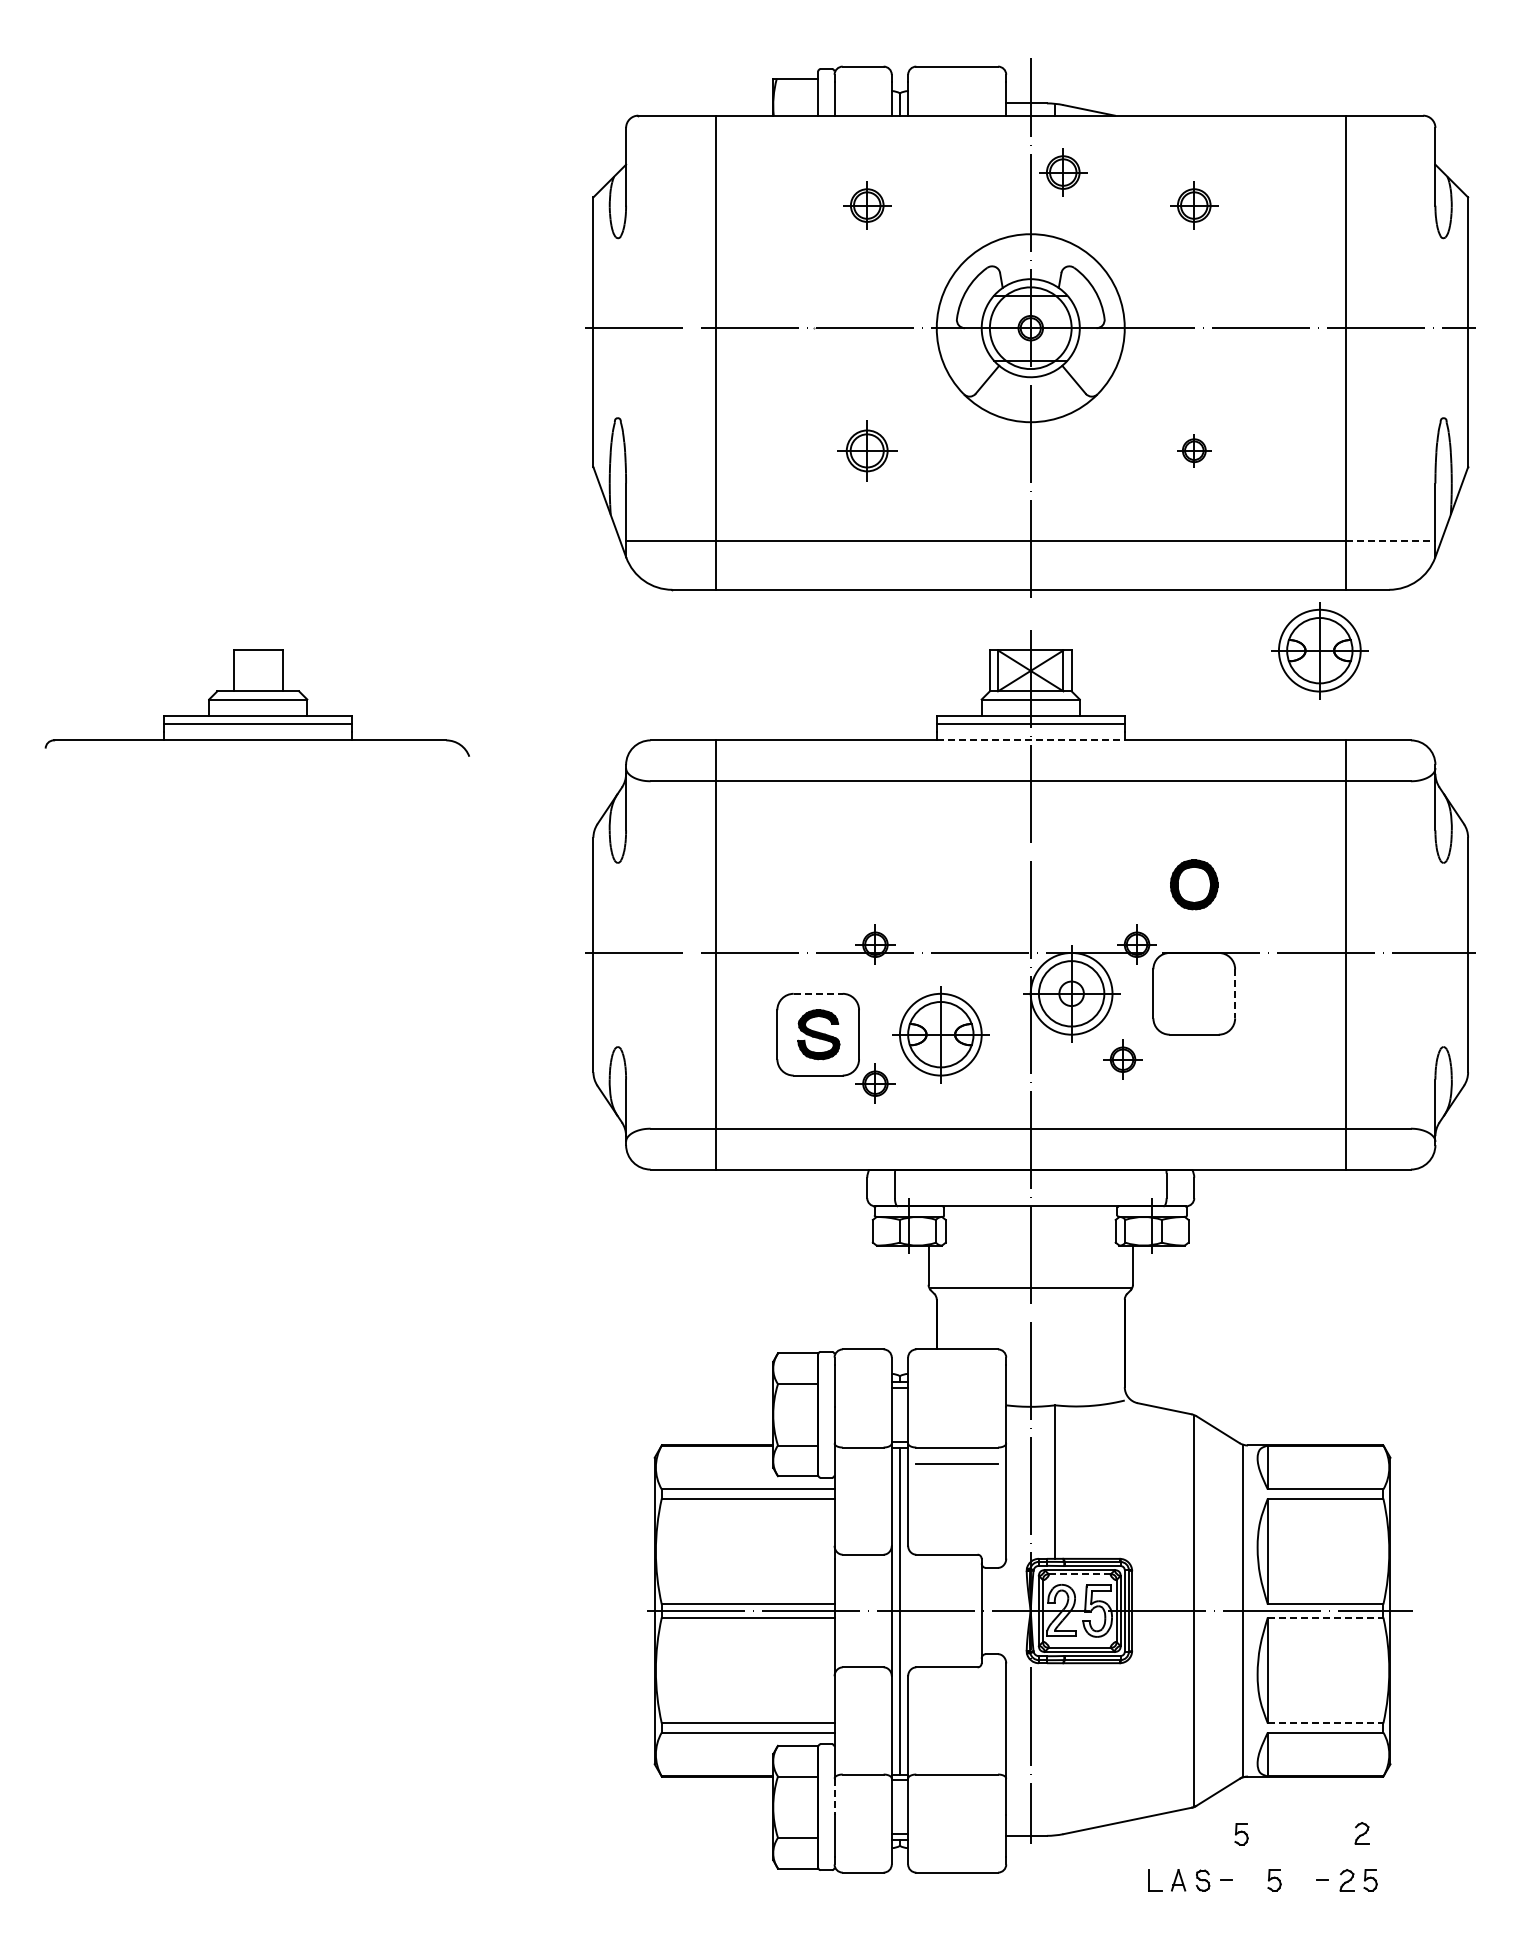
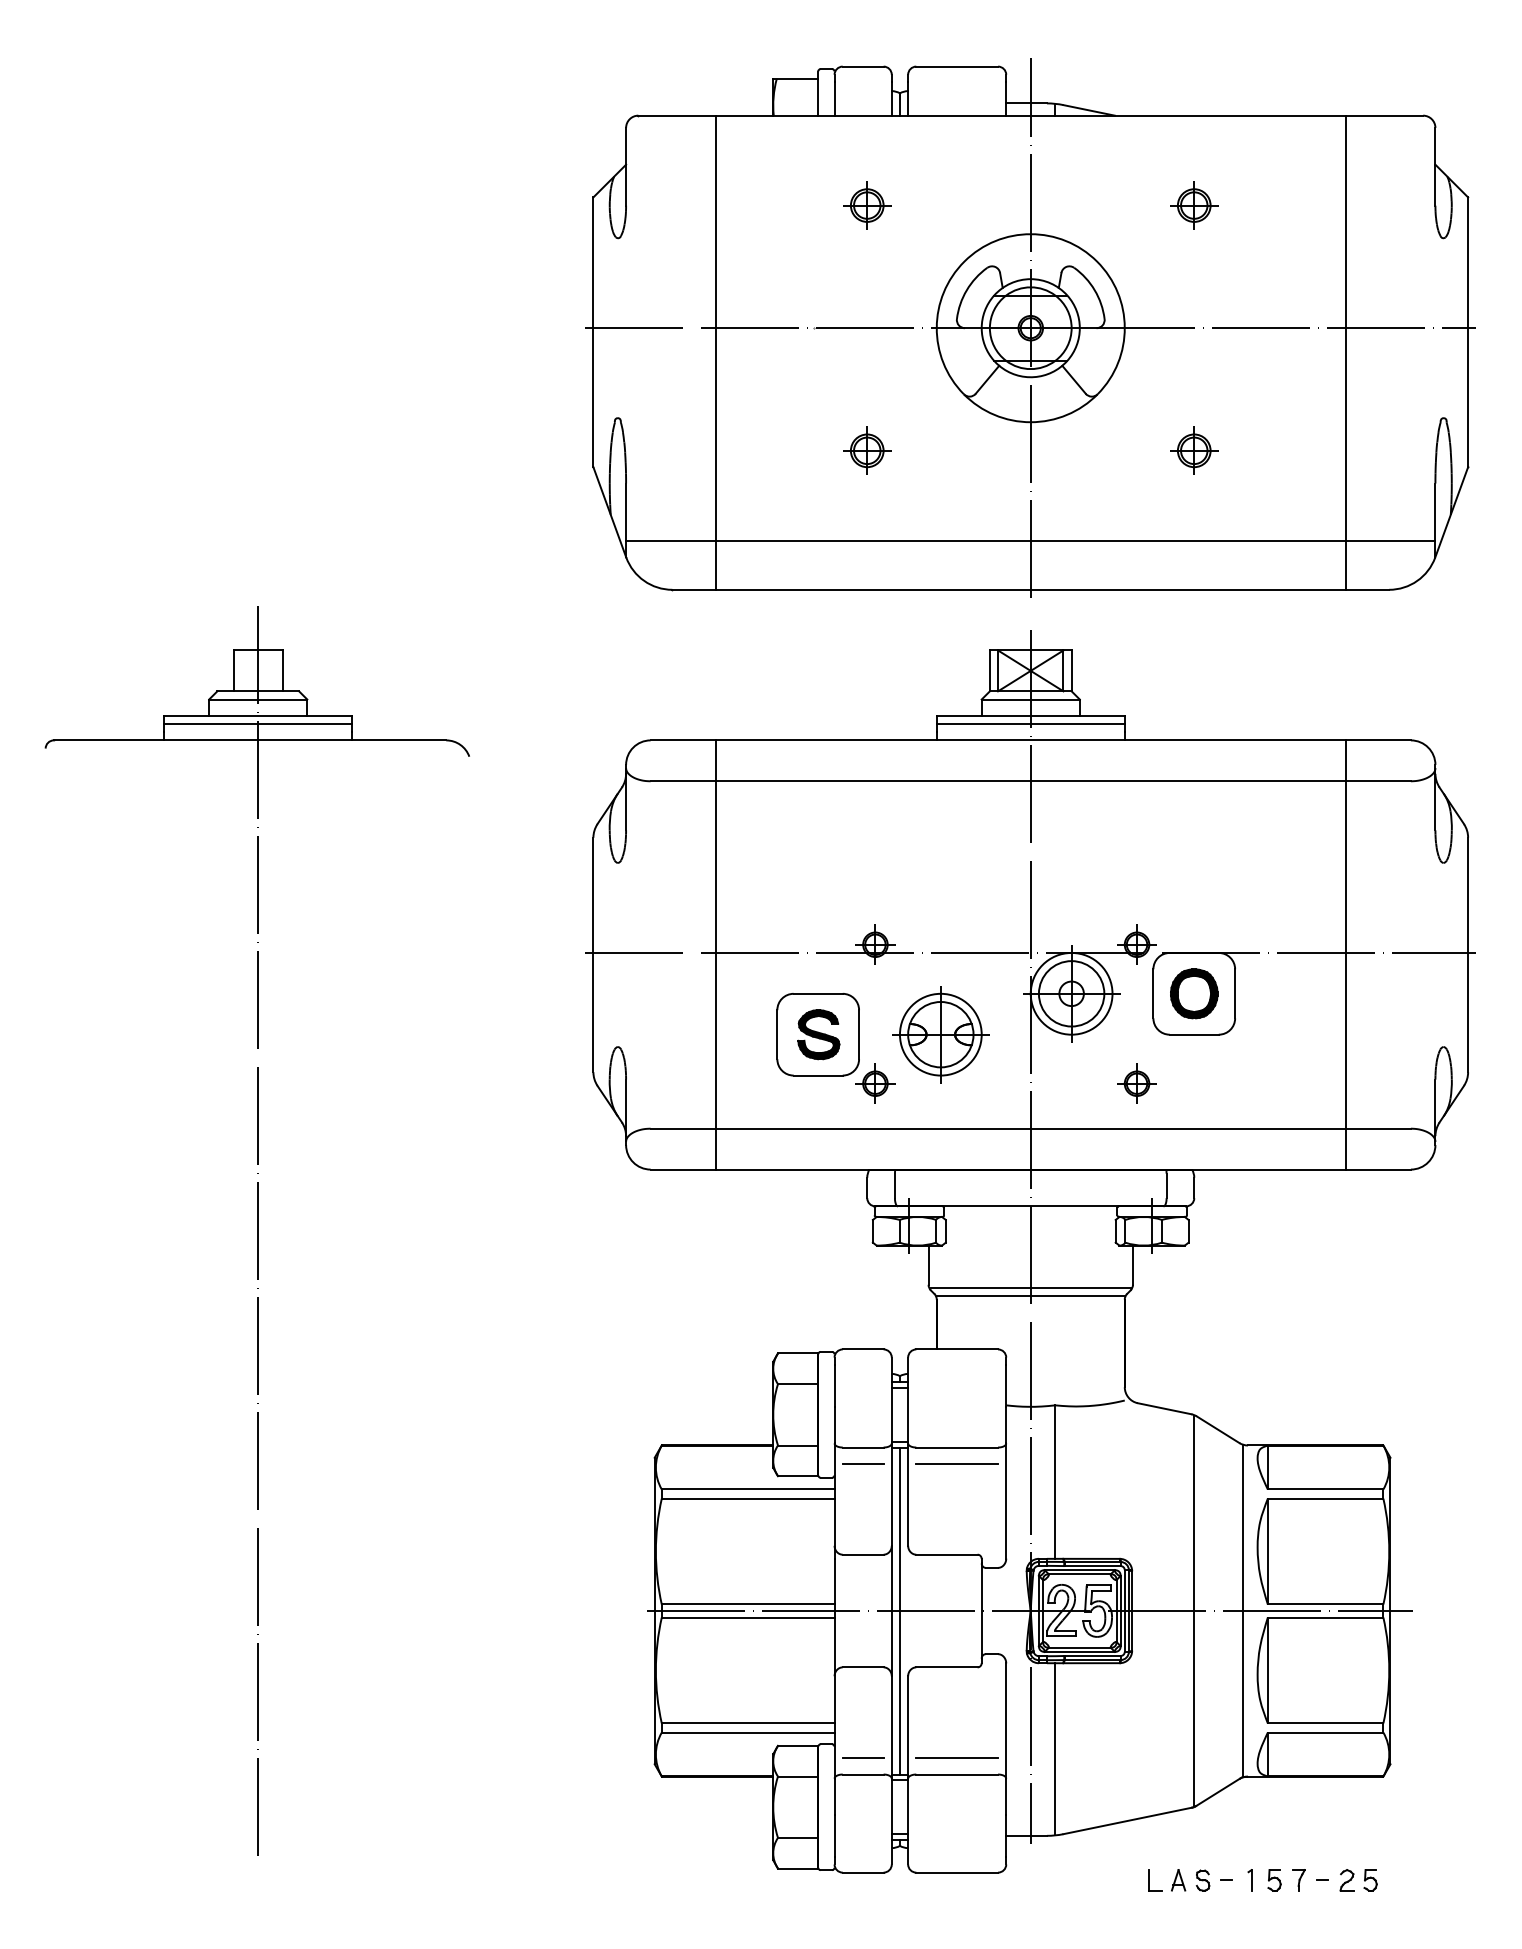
part at (1063, 172): present -> none
part at (867, 450) size: 61x62 px -> 49x49 px
part at (1194, 450) size: 35x34 px -> 49x49 px
line at (1390, 540): dashed -> solid
part at (1319, 650): present -> none
line at (1031, 740): dashed -> solid
part at (1194, 884) position: (1194, 884) -> (1194, 993)
line at (818, 993): dashed -> solid
line at (1235, 993): dashed -> solid
part at (1122, 1059) position: (1122, 1059) -> (1136, 1083)
line at (258, 1230): none -> present
line at (1030, 1296): none -> present
line at (862, 1464): none -> present
line at (1079, 1574): dashed -> solid
line at (1325, 1617): dashed -> solid
line at (1325, 1723): dashed -> solid
line at (1055, 1748): none -> present
line at (862, 1757): none -> present
line at (957, 1757): none -> present
line at (834, 1797): dashed -> solid
part at (1361, 1833): present -> none
part at (1241, 1834): present -> none
part at (1249, 1880): none -> present
part at (1298, 1880): none -> present
